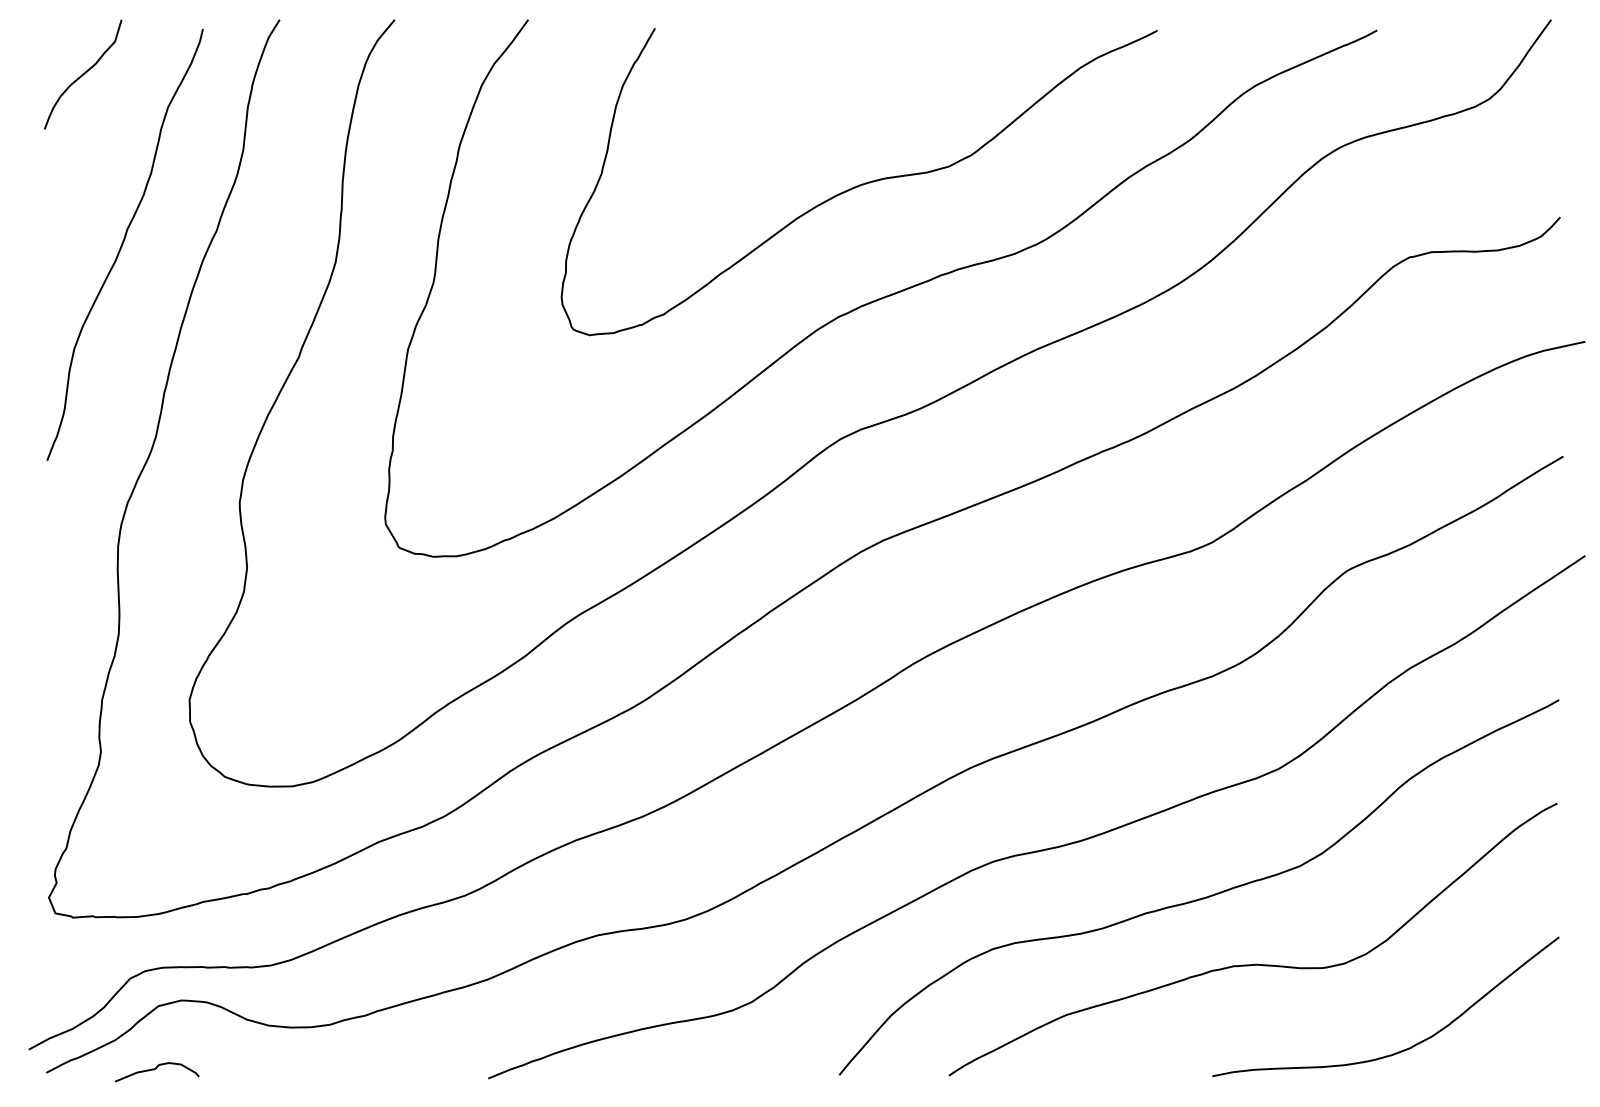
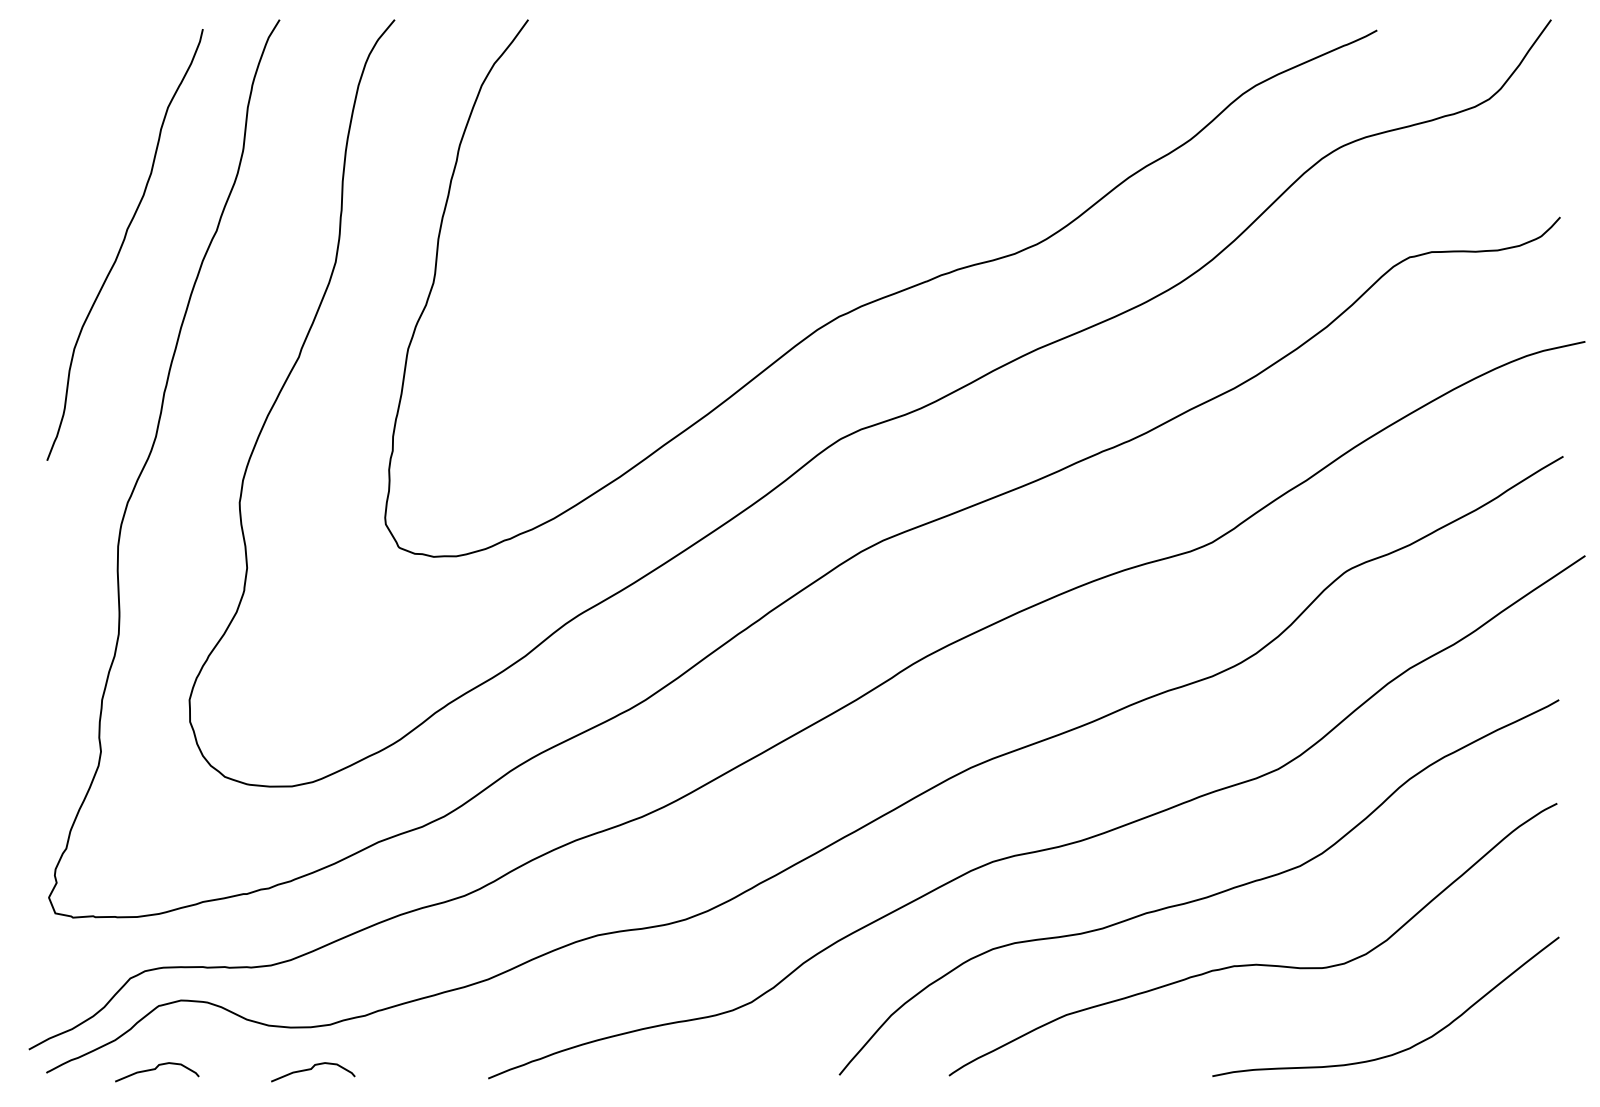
curve at (83, 74): present -> none
curve at (859, 184): present -> none
curve at (312, 1069): none -> present
